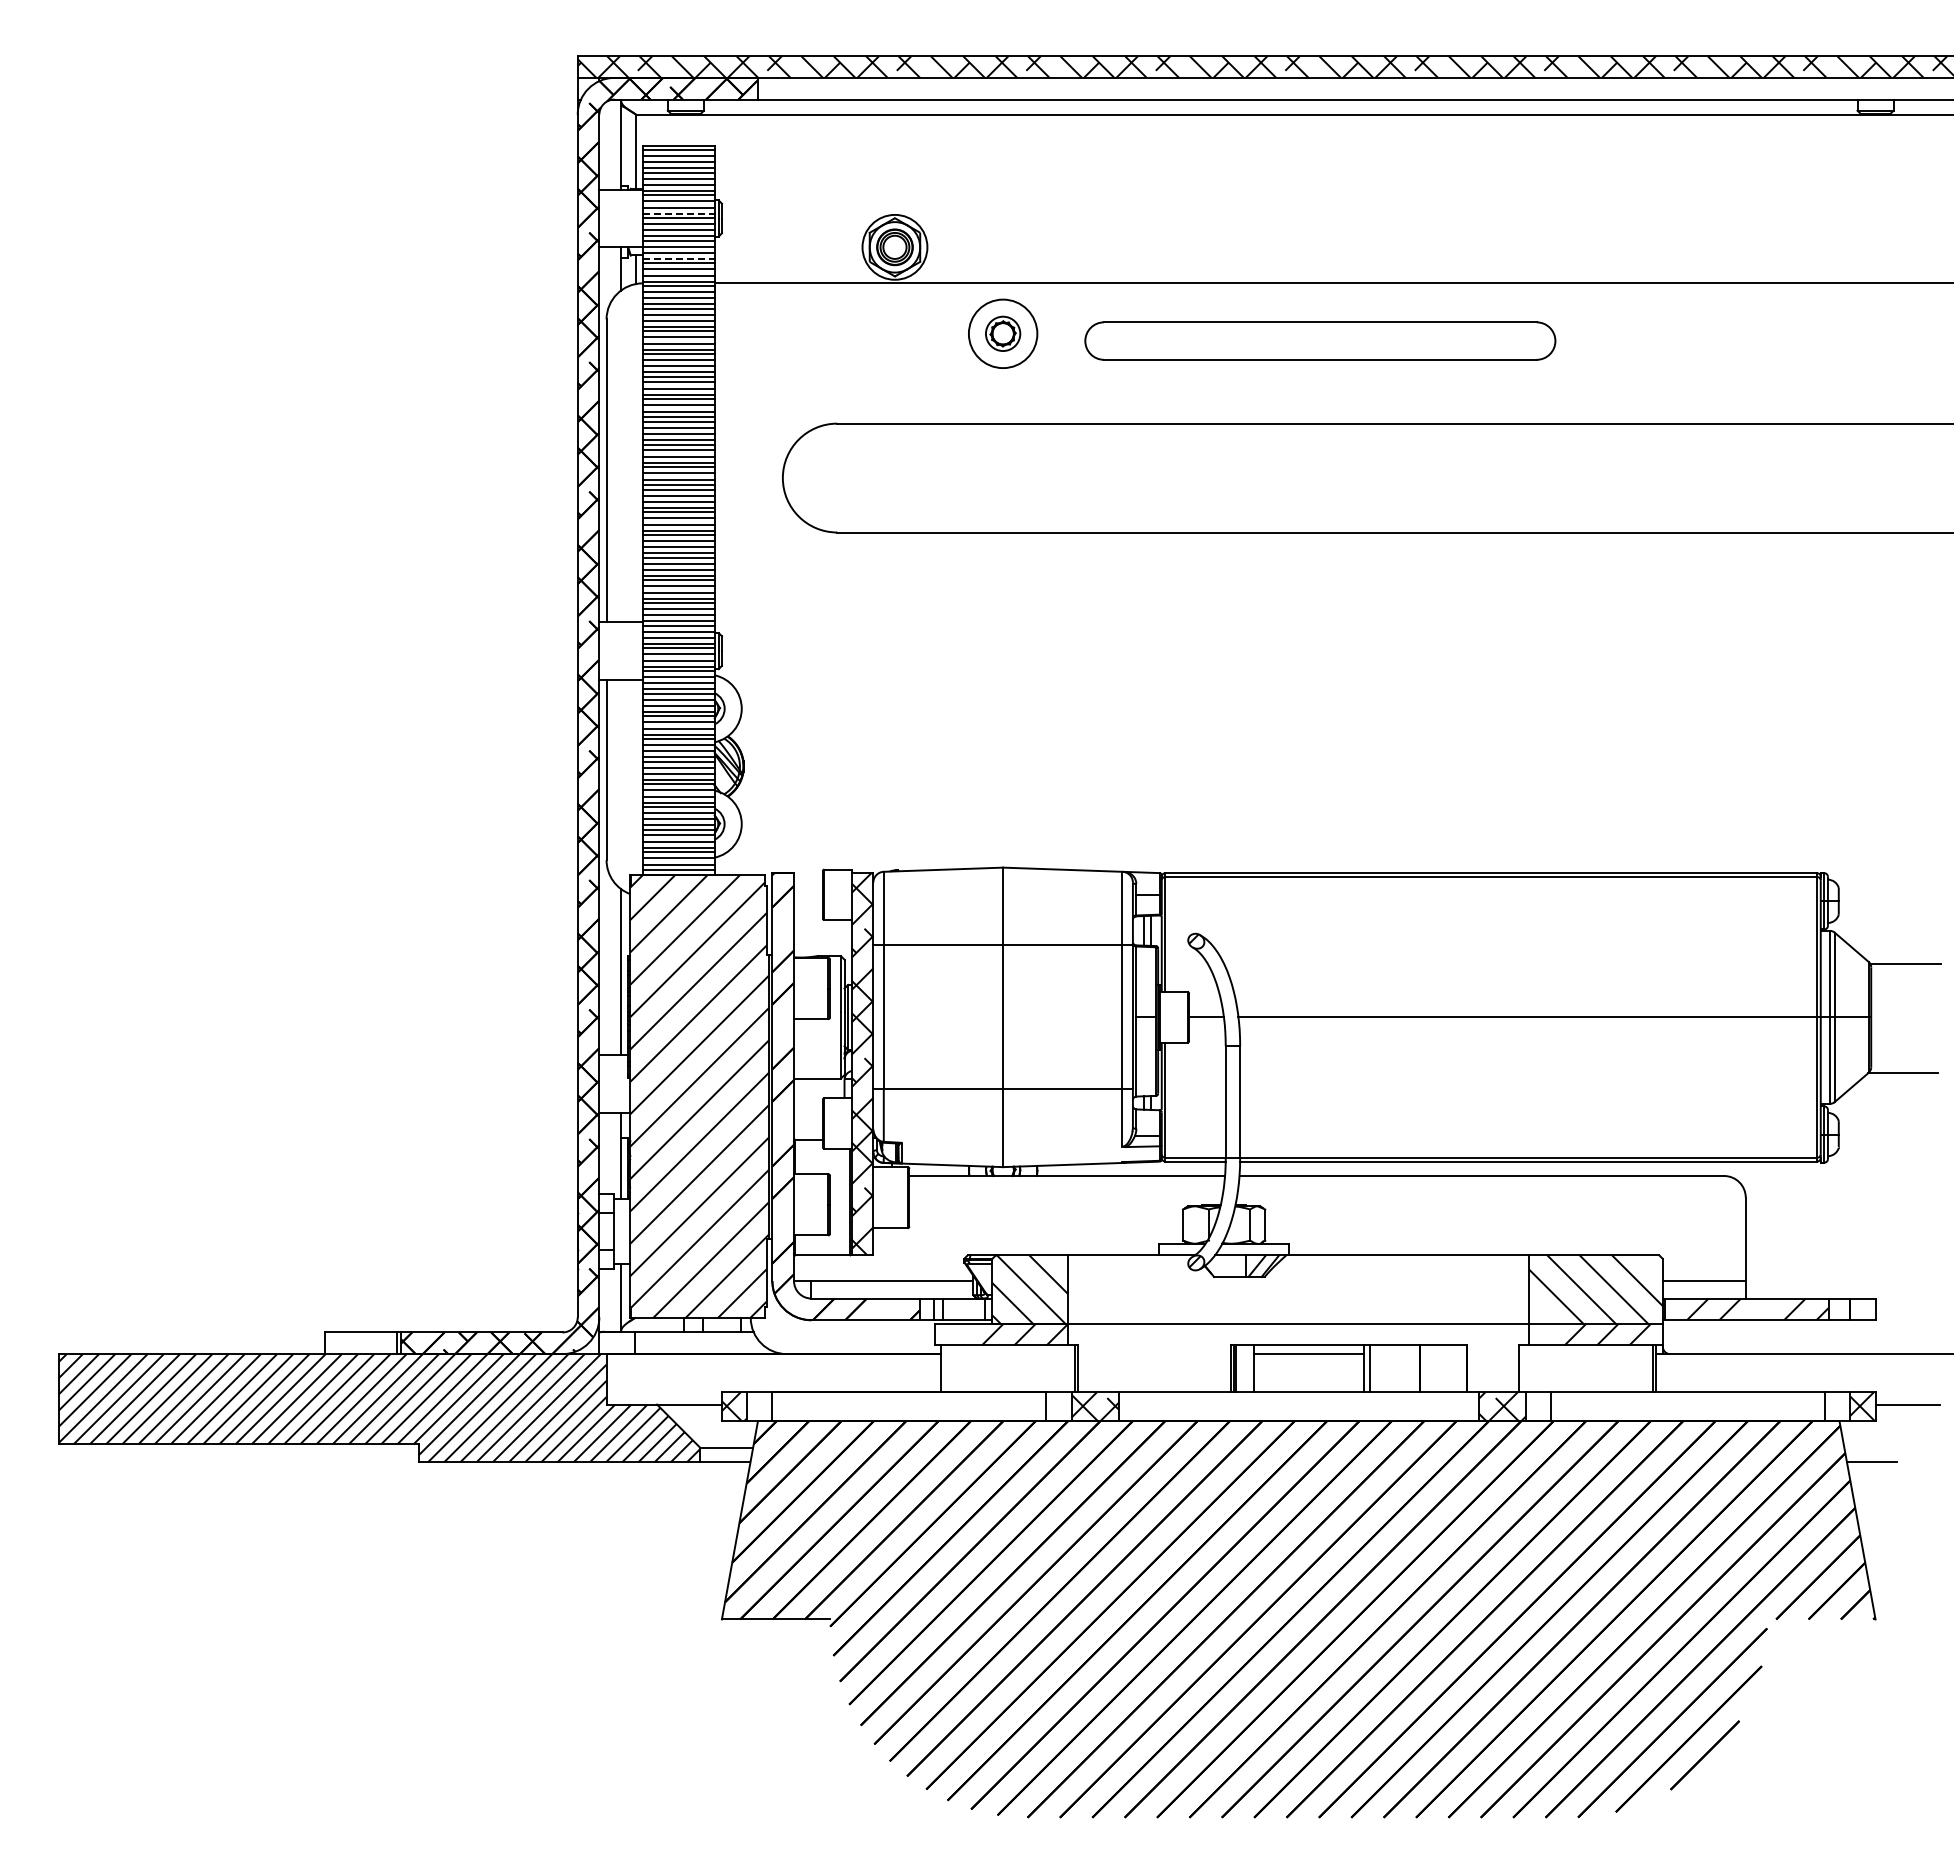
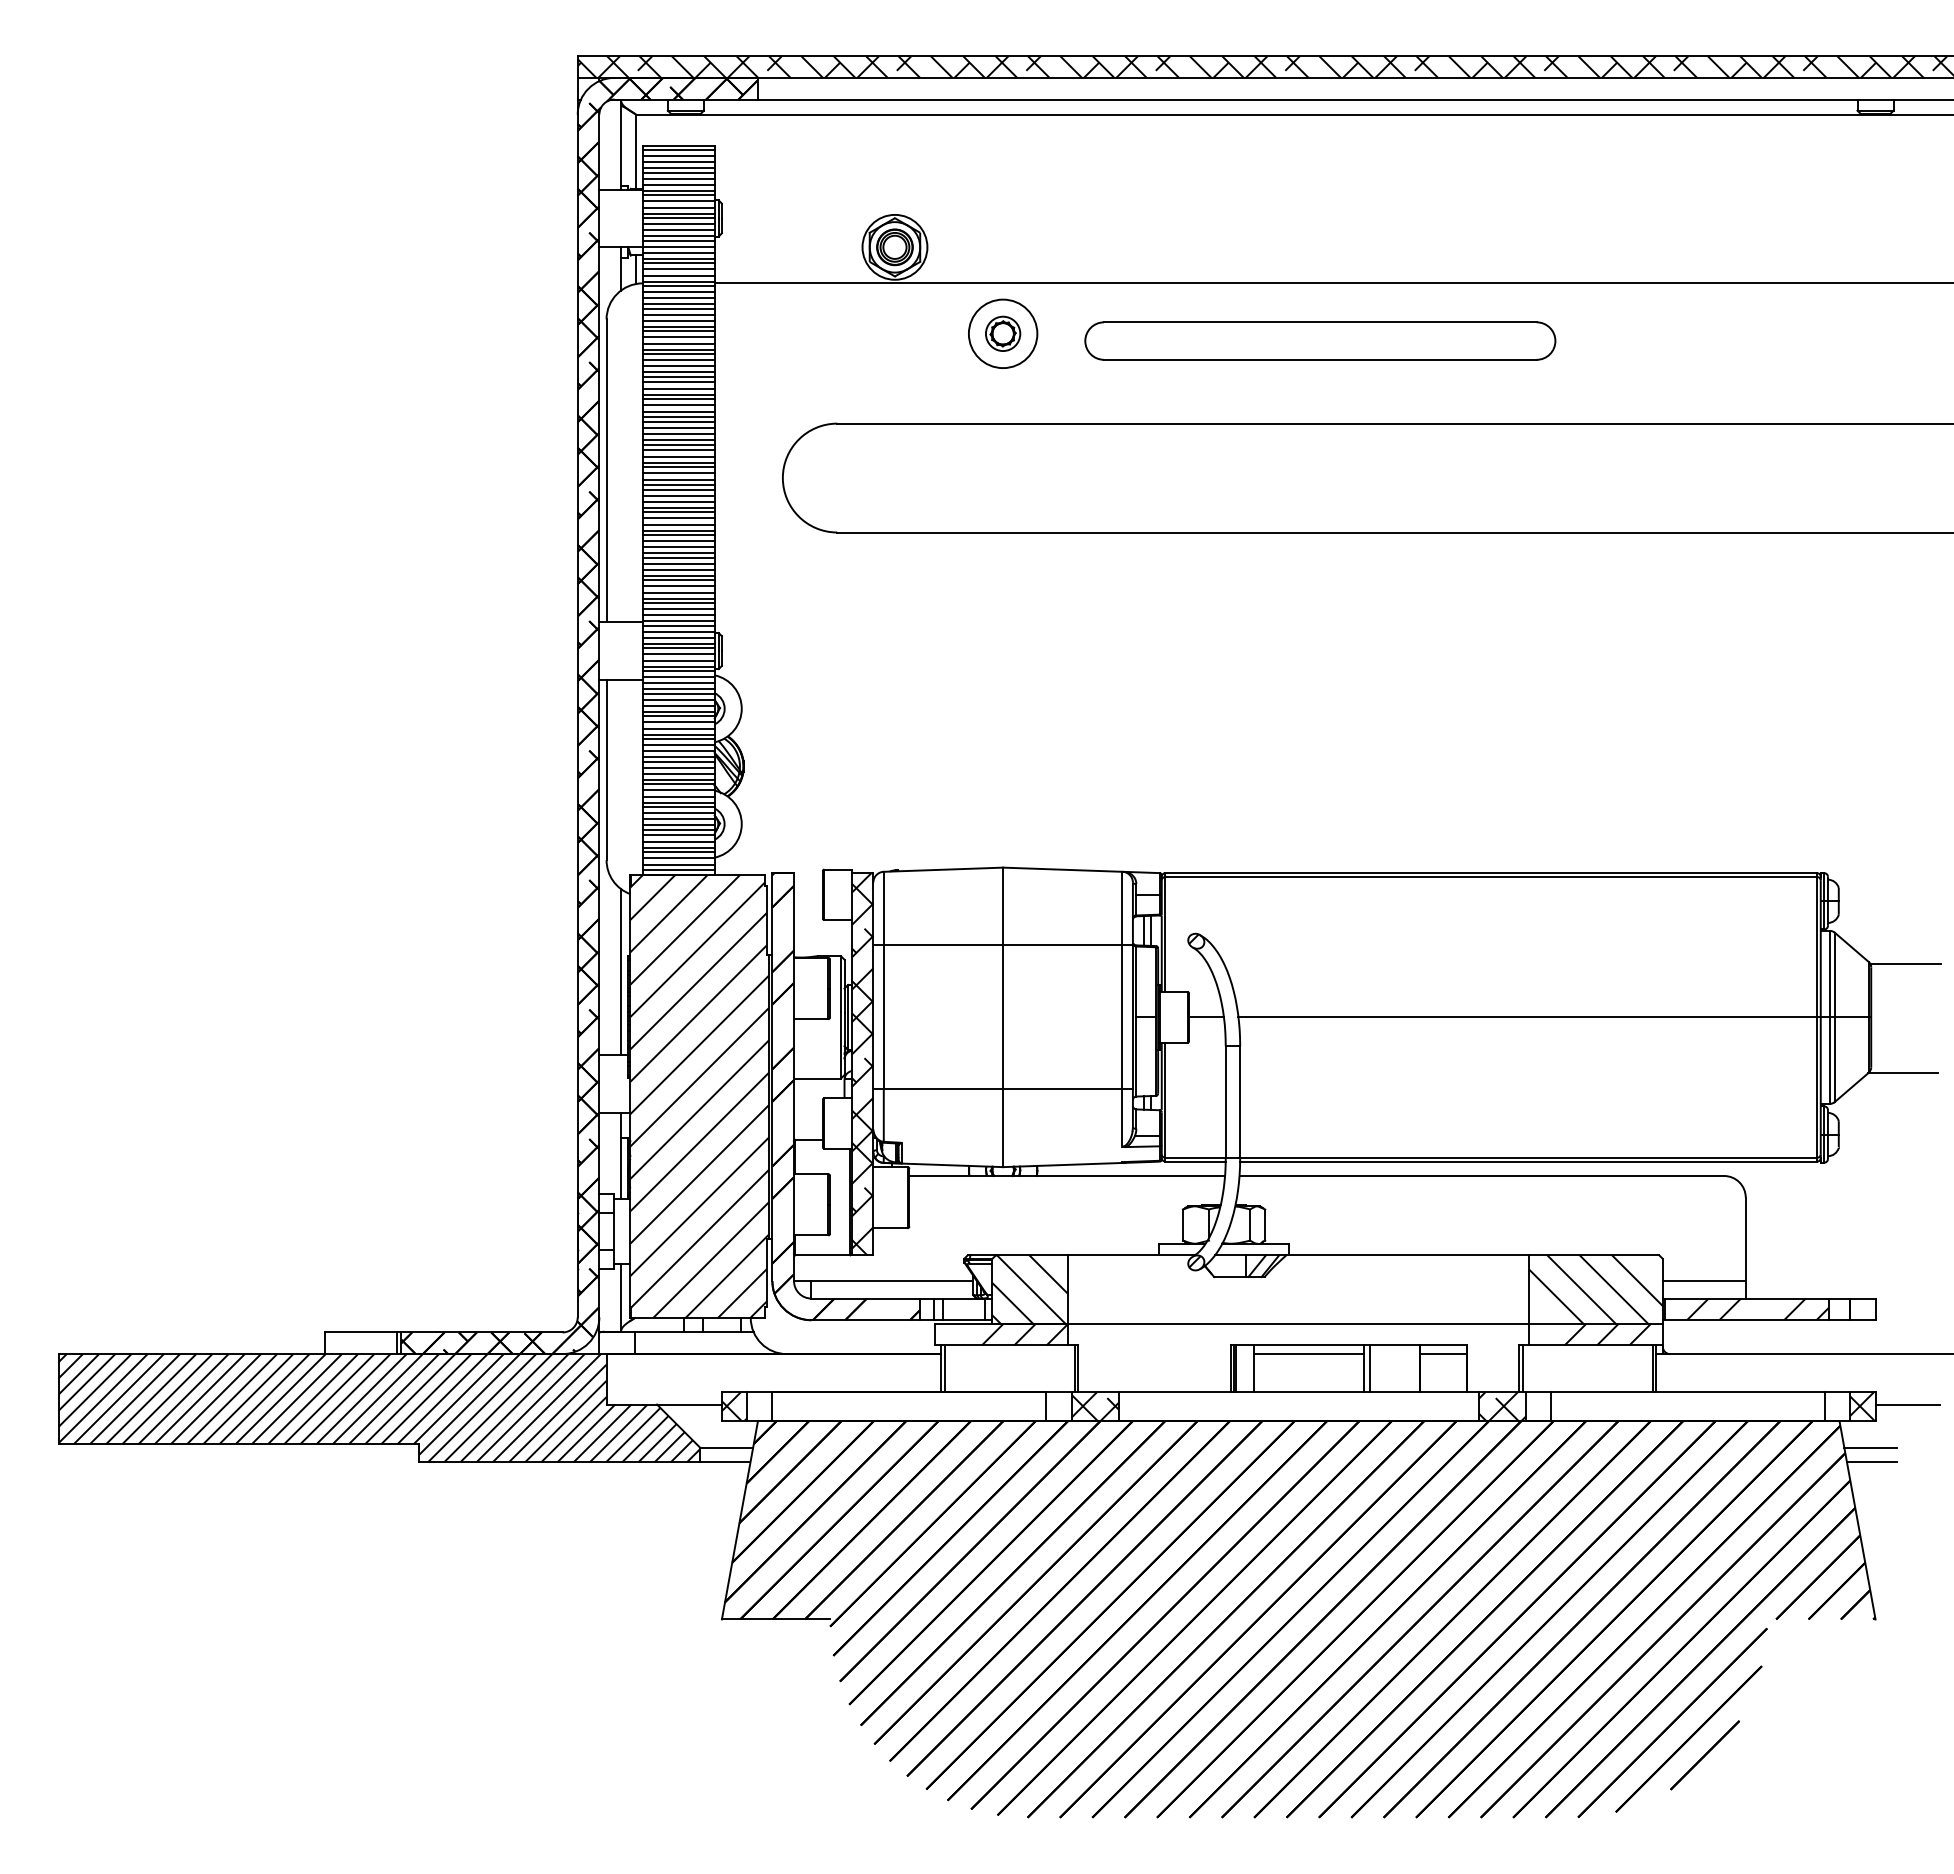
line at (679, 213): dashed -> solid
line at (679, 258): dashed -> solid
line at (1443, 1354): none -> present
line at (944, 1368): none -> present
line at (1522, 1368): none -> present
line at (1870, 1447): none -> present
